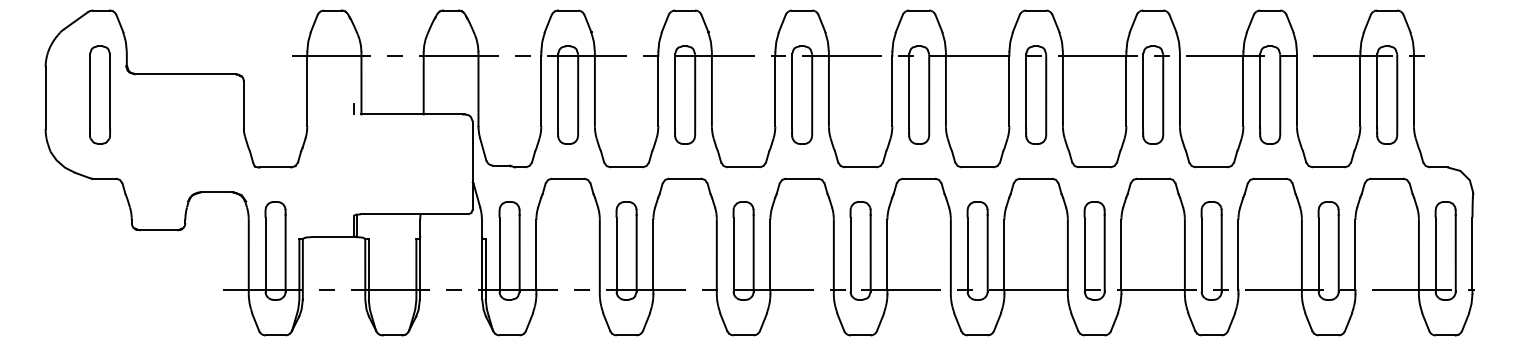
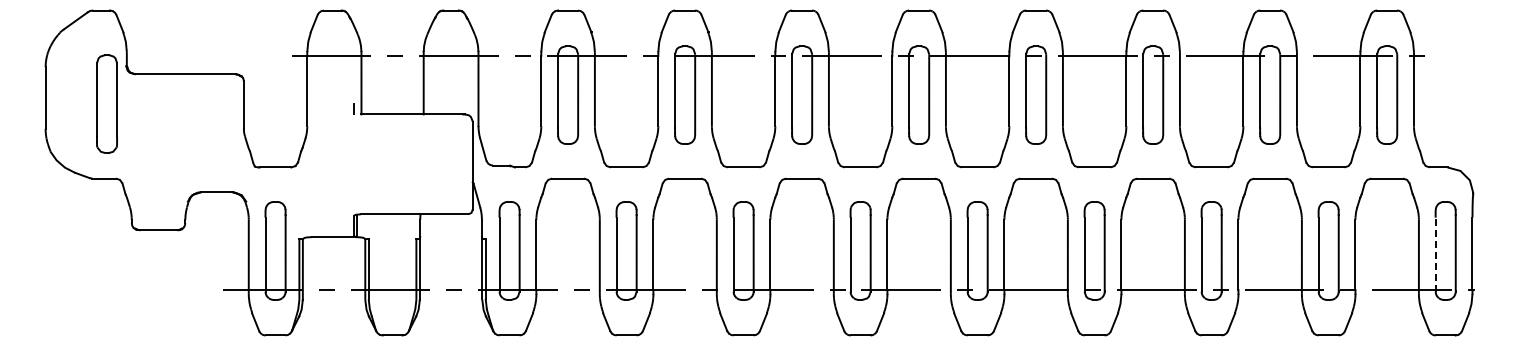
part at (99, 94) position: (99, 94) -> (106, 103)
line at (1435, 254): solid -> dashed
